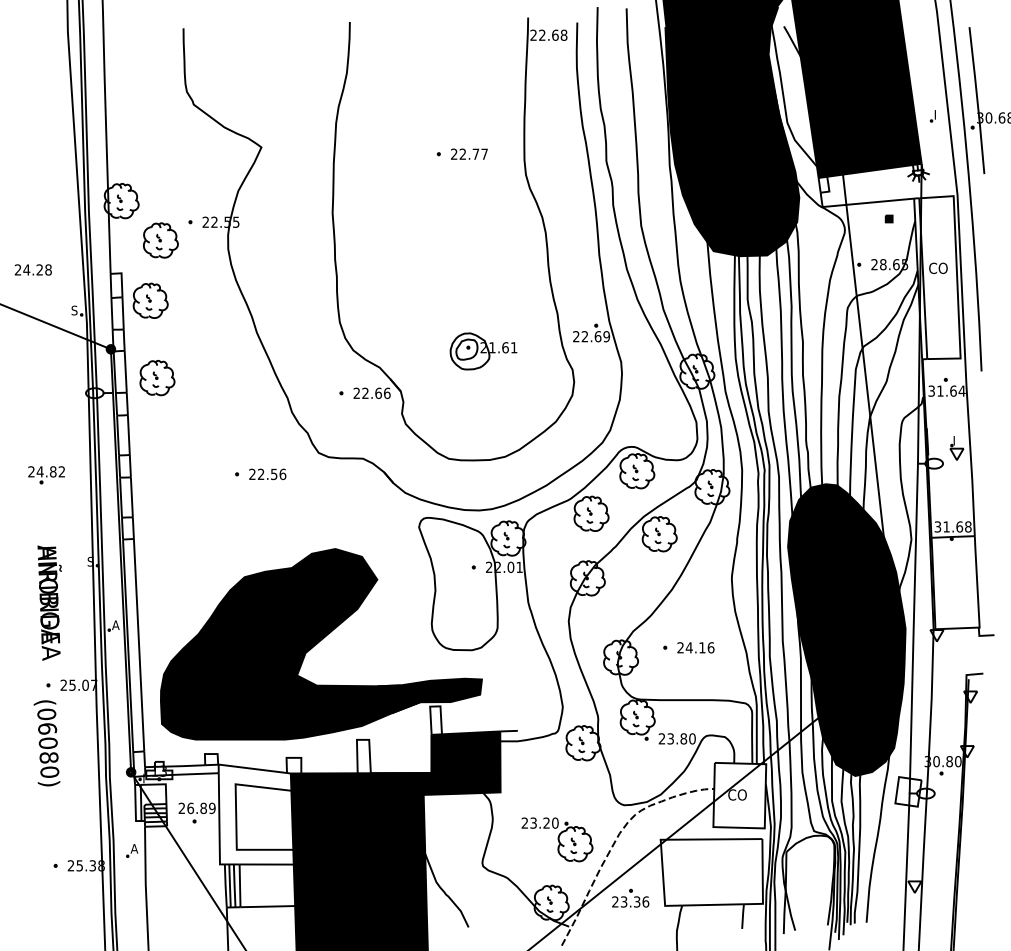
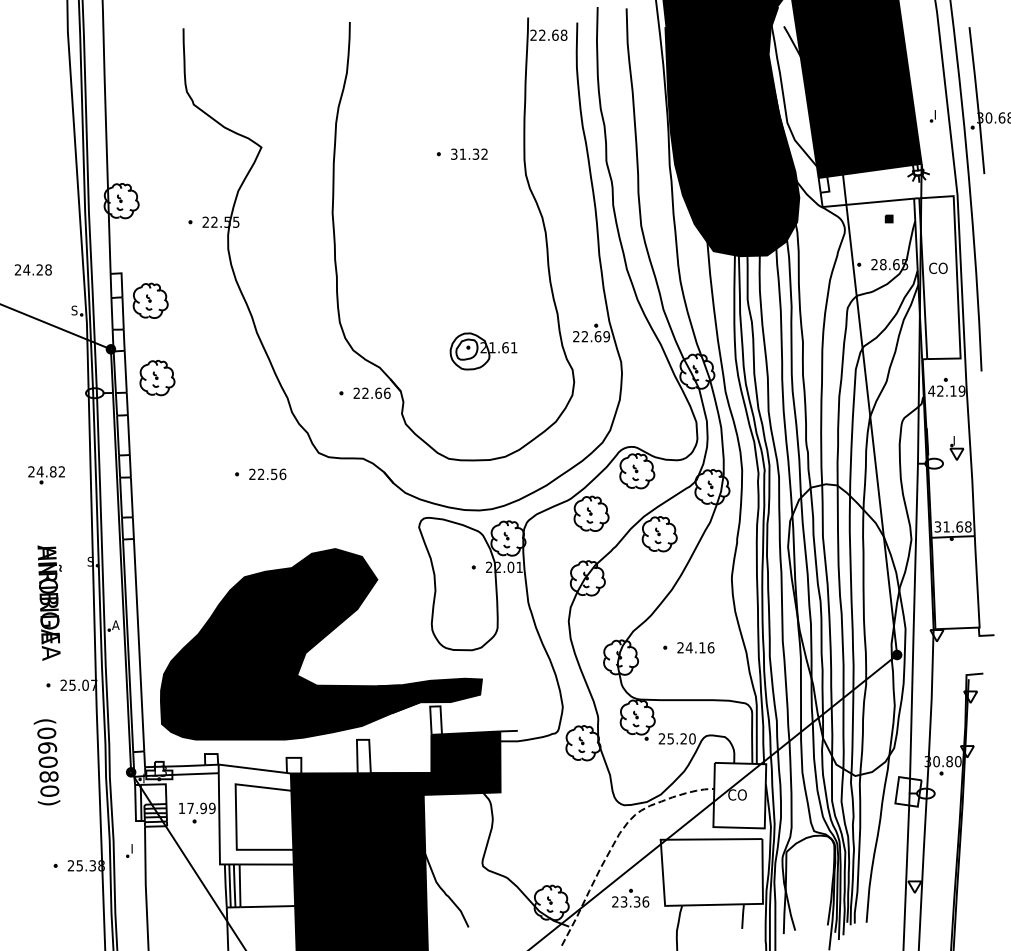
text at (469, 153): 22.77 -> 31.32
part at (160, 240): present -> none
text at (946, 390): 31.64 -> 42.19
fill at (846, 630): present -> none
text at (677, 738): 23.80 -> 25.20
text at (46, 743) position: (46, 743) -> (46, 762)
text at (192, 808): 26.89 -> 17.99
part at (557, 839): present -> none
text at (134, 848): A -> I
